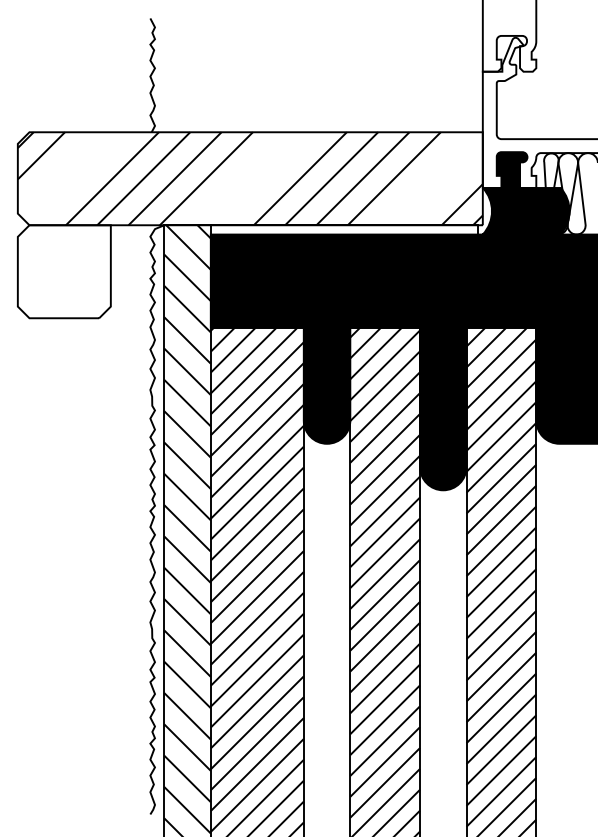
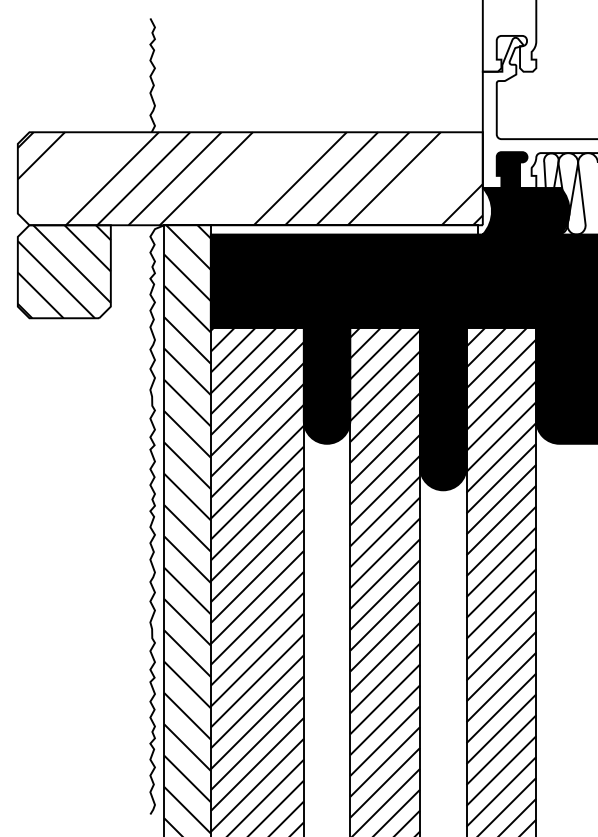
hatch at (63, 271): none -> present
